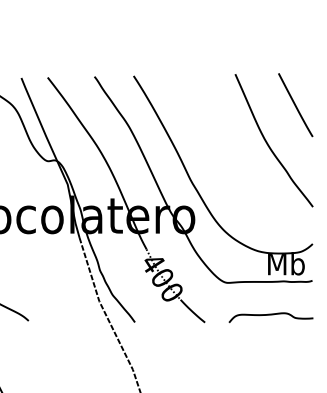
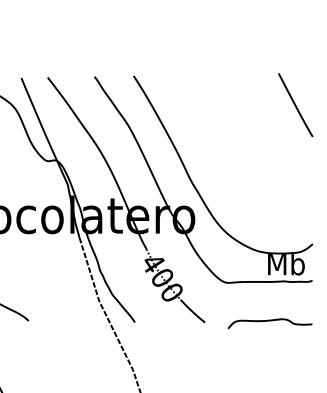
curve at (268, 143): present -> none
curve at (270, 315) position: (270, 315) -> (269, 321)
